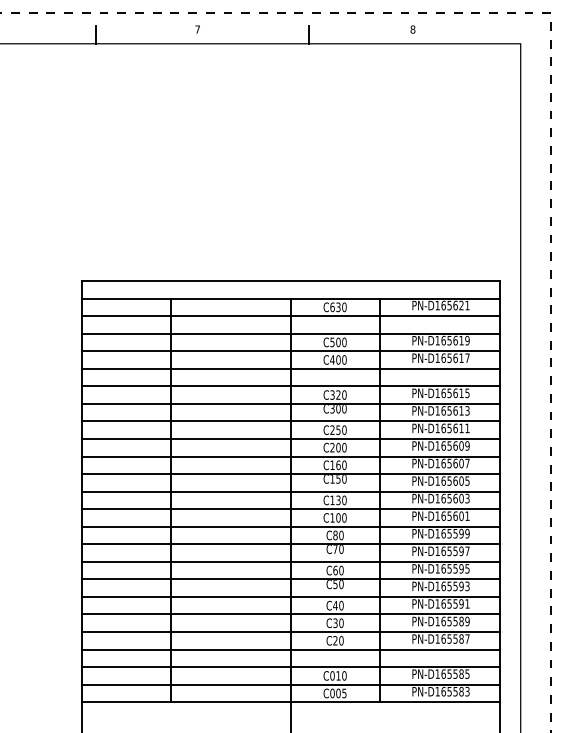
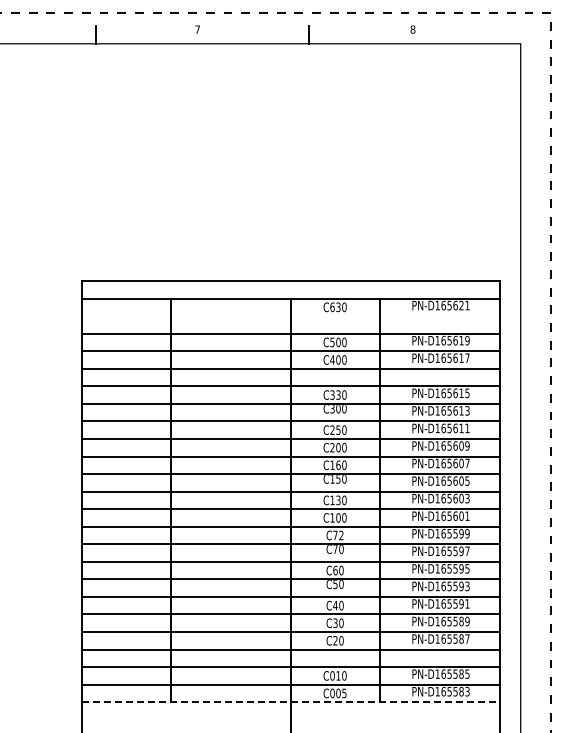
line at (290, 316): present -> none
text at (338, 394): C320 -> C330
text at (338, 535): C80 -> C72
line at (290, 702): solid -> dashed
